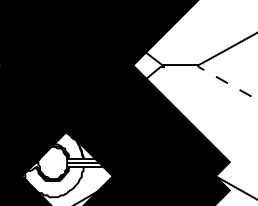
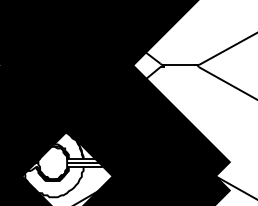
line at (228, 83): dashed -> solid
